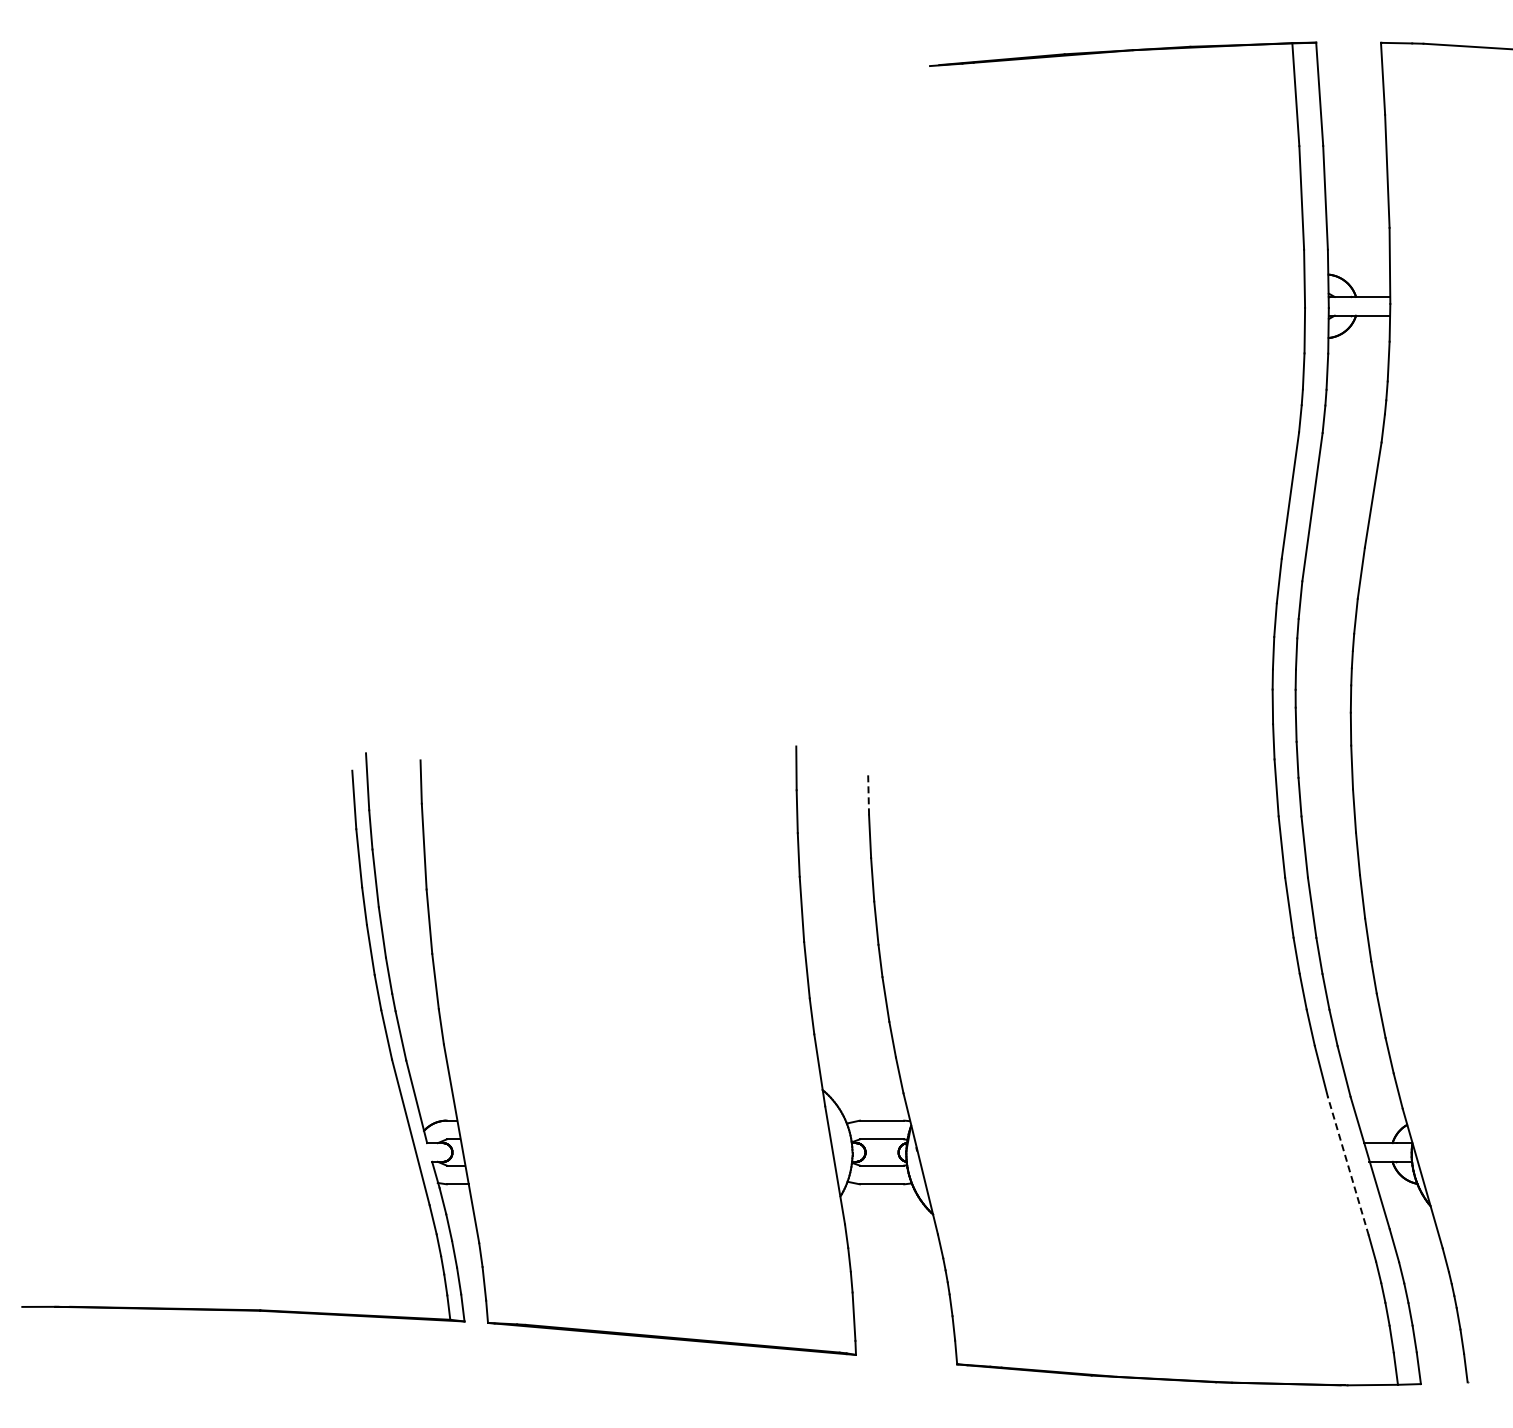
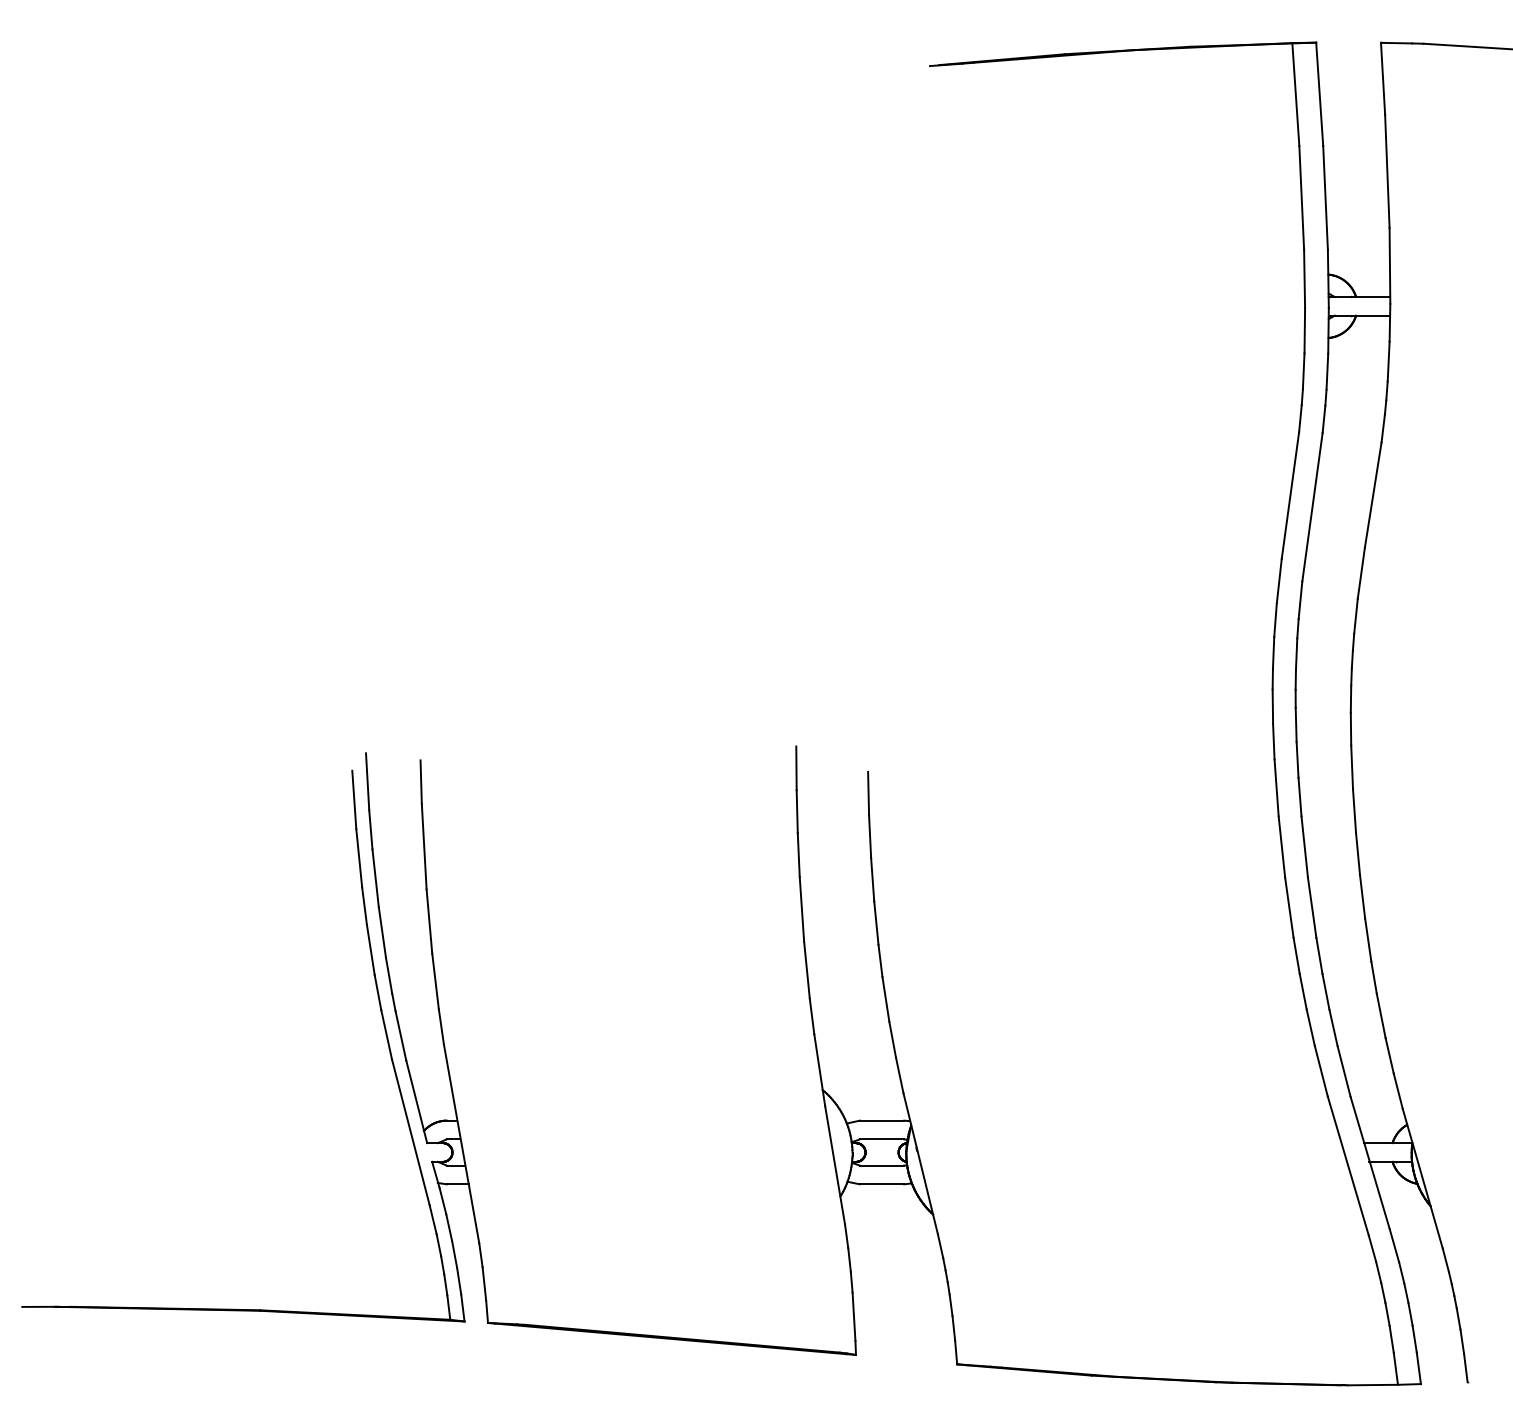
line at (868, 793): dashed -> solid
line at (1348, 1165): dashed -> solid
